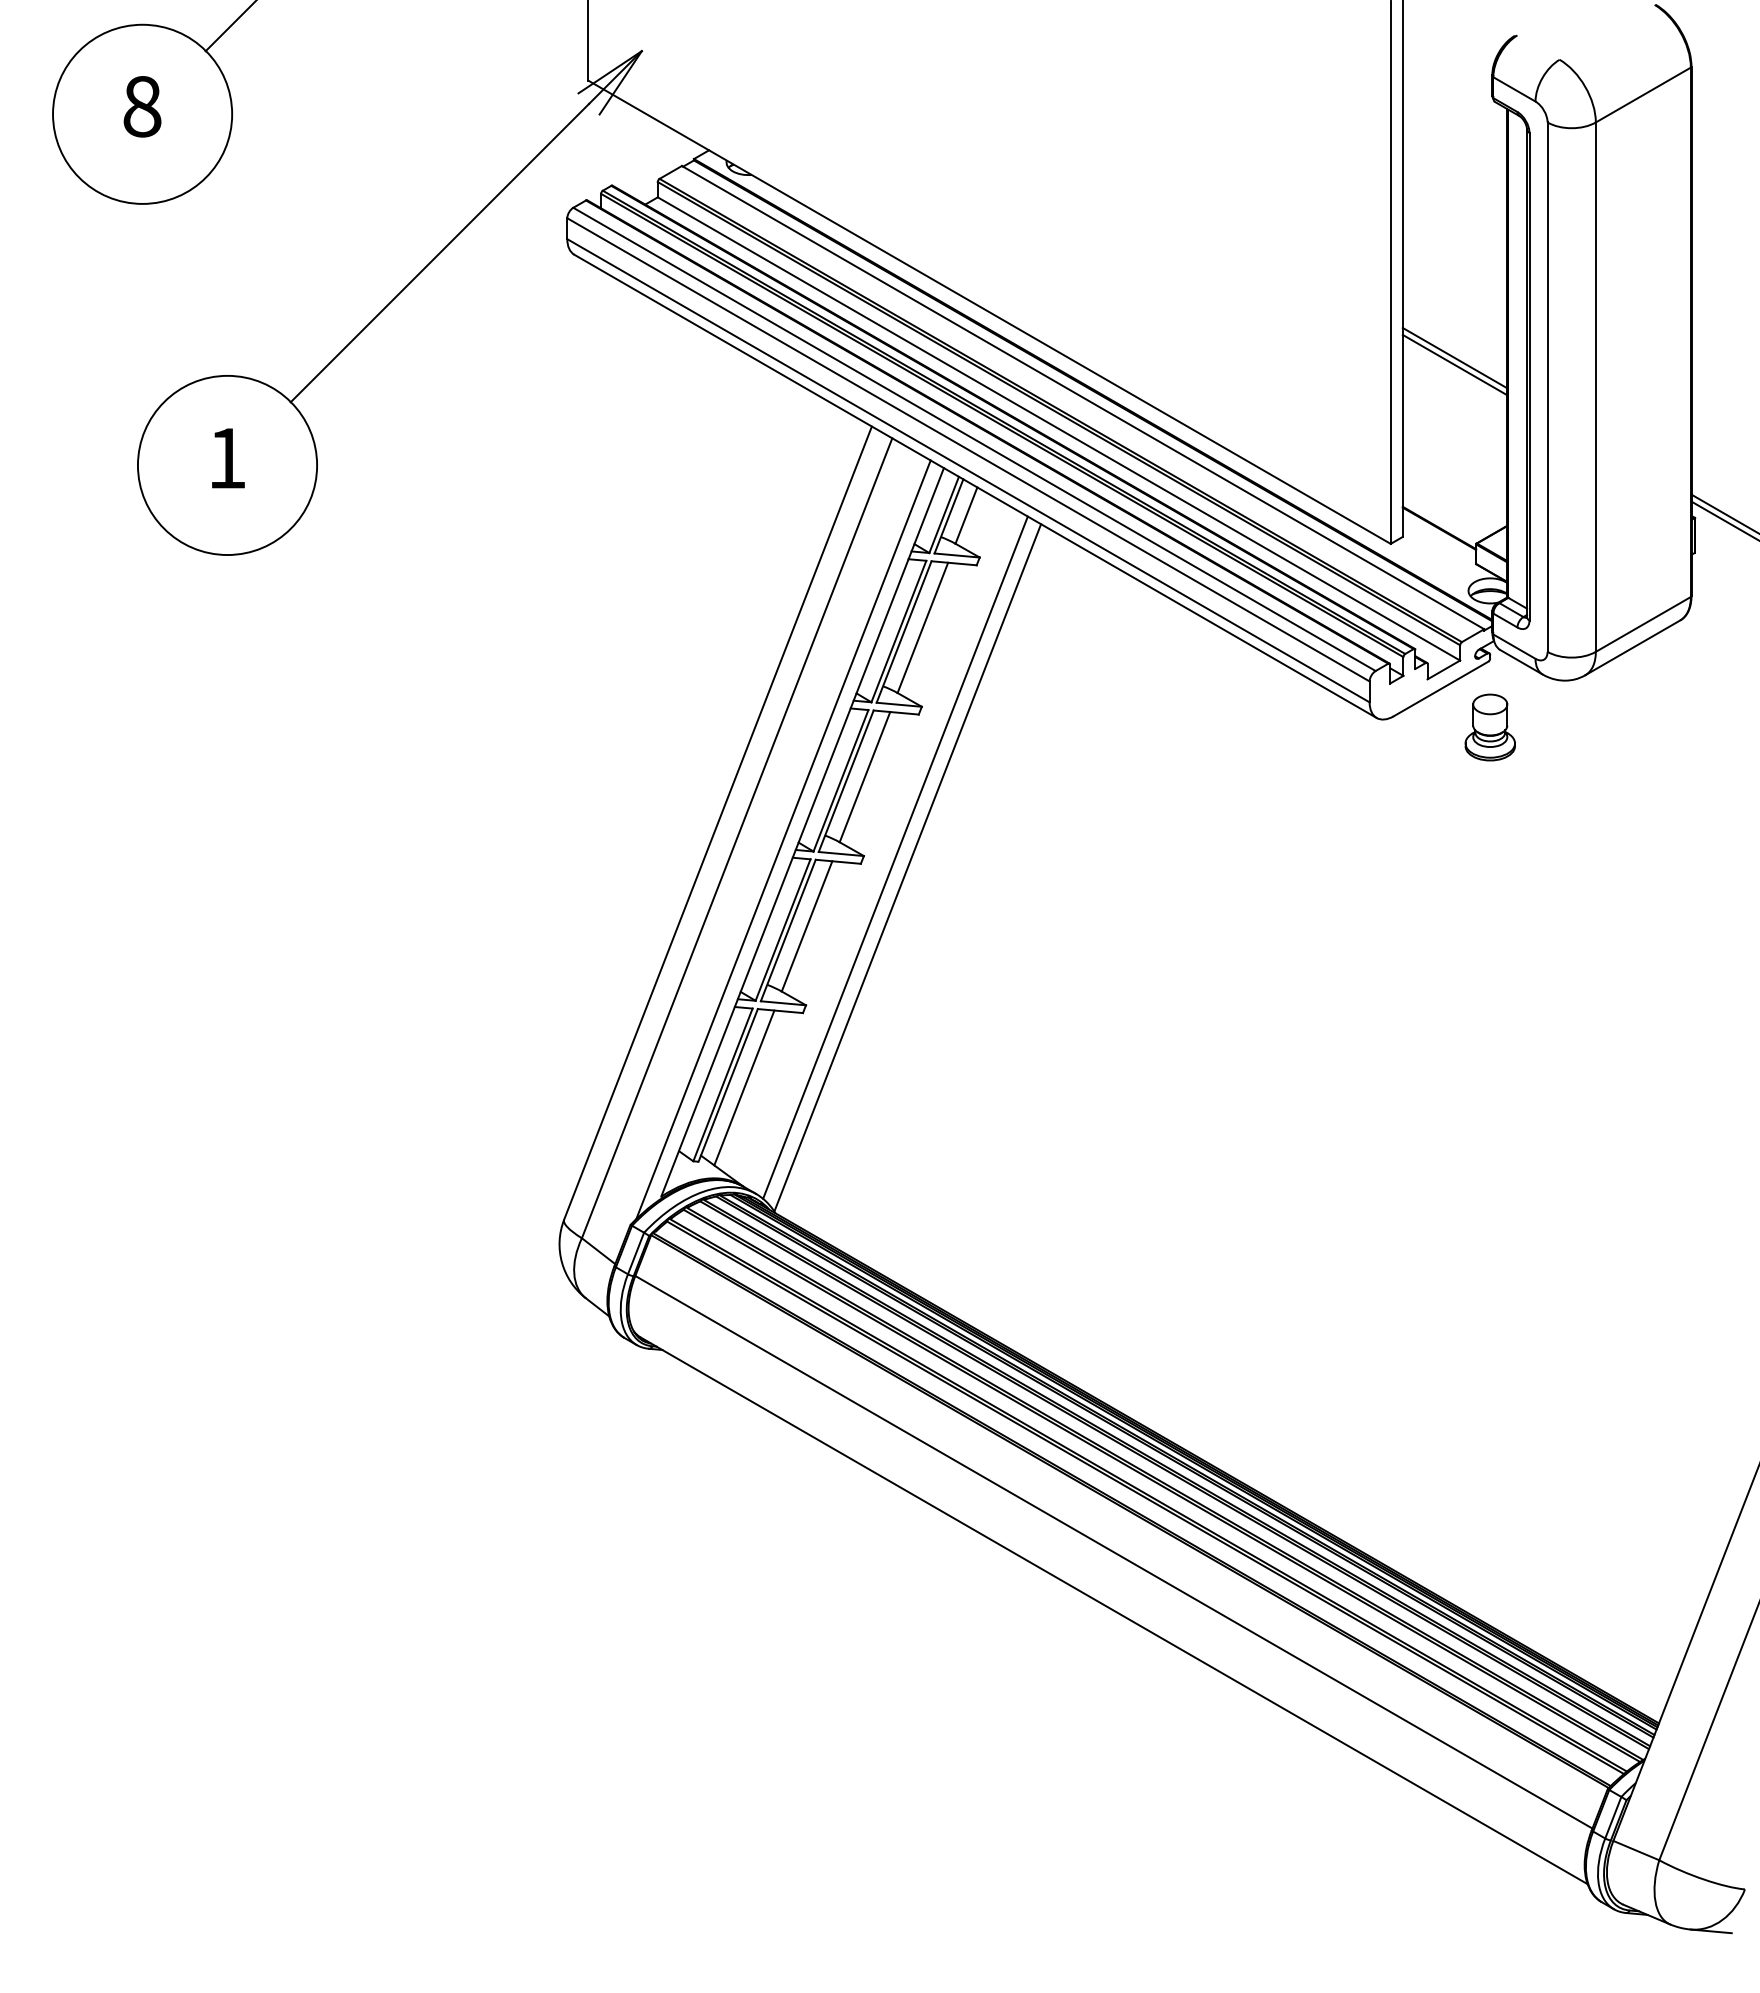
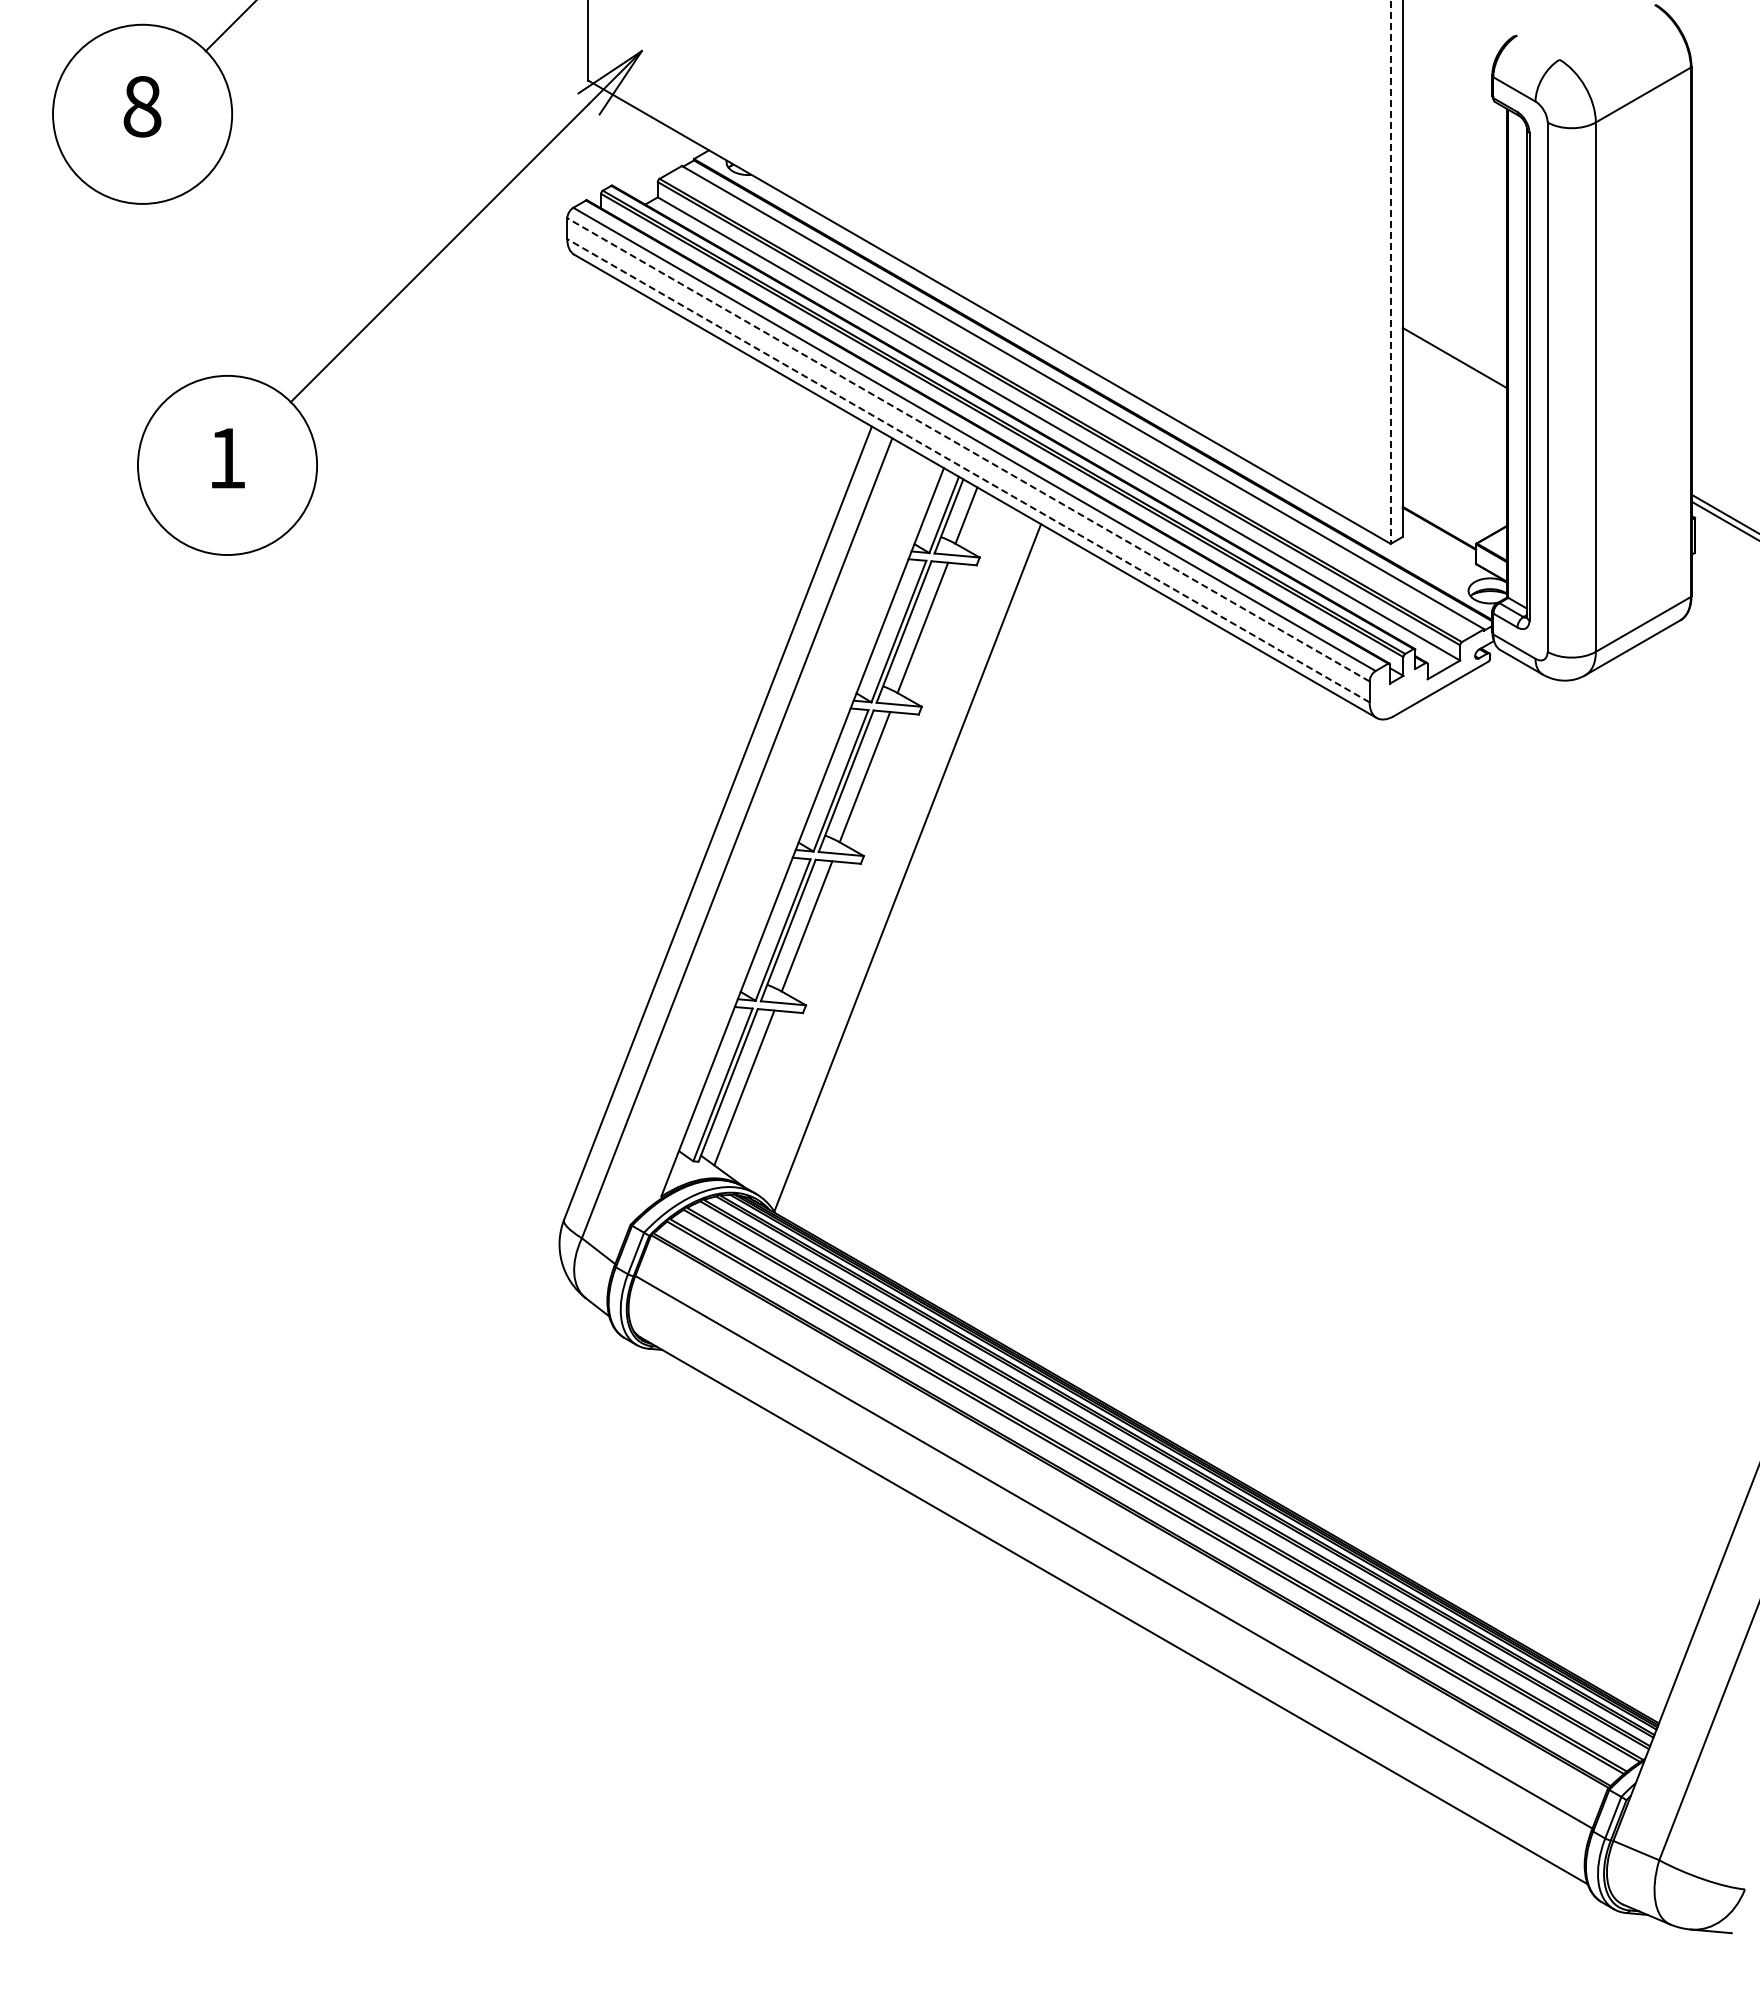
line at (1390, 272): solid -> dashed
line at (1454, 364): present -> none
line at (968, 449): solid -> dashed
line at (968, 470): solid -> dashed
part at (1489, 727): present -> none
line at (783, 839): present -> none
line at (895, 857): present -> none
